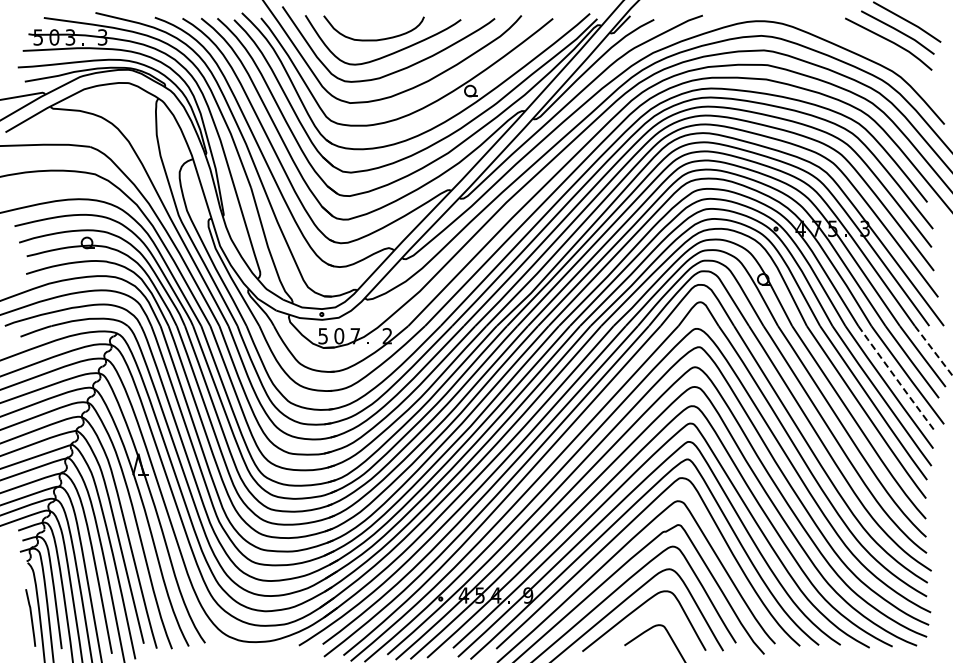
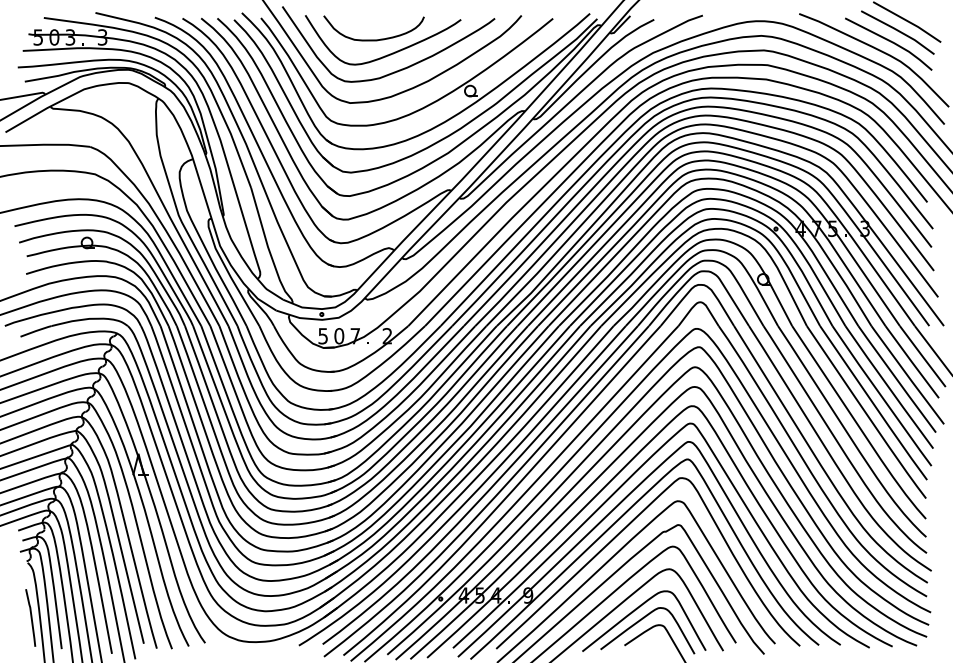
curve at (879, 51): none -> present
line at (934, 351): dashed -> solid
line at (897, 379): dashed -> solid
curve at (640, 621): none -> present
